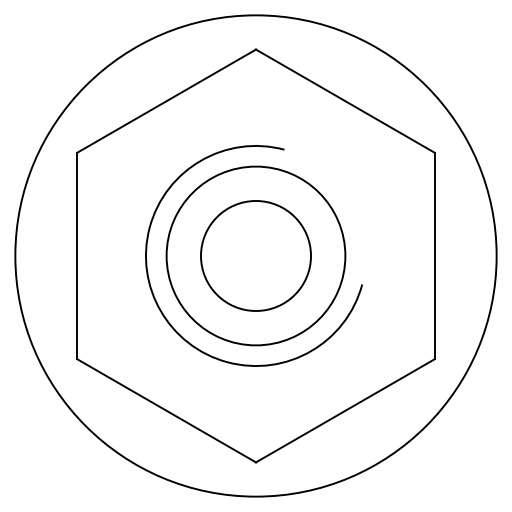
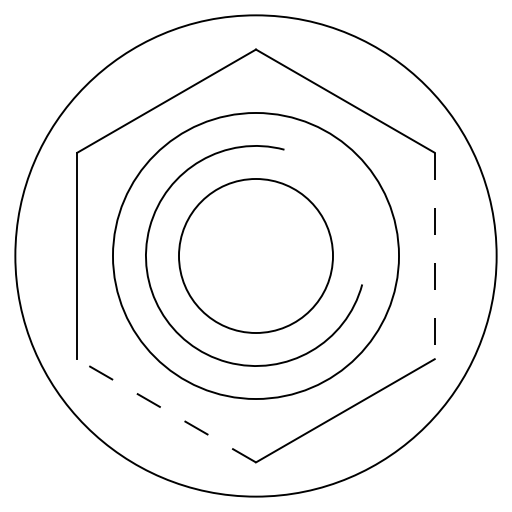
circle at (255, 255) diameter: 110 px -> 154 px
circle at (255, 255) diameter: 179 px -> 286 px
line at (434, 256): solid -> dashed
line at (166, 410): solid -> dashed
